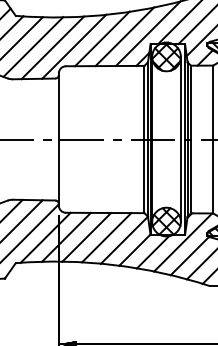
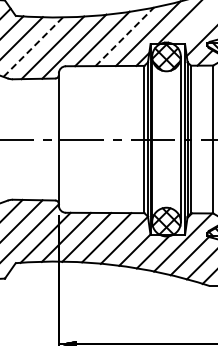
line at (196, 25): present -> none
line at (124, 36): solid -> dashed
line at (33, 46): solid -> dashed
